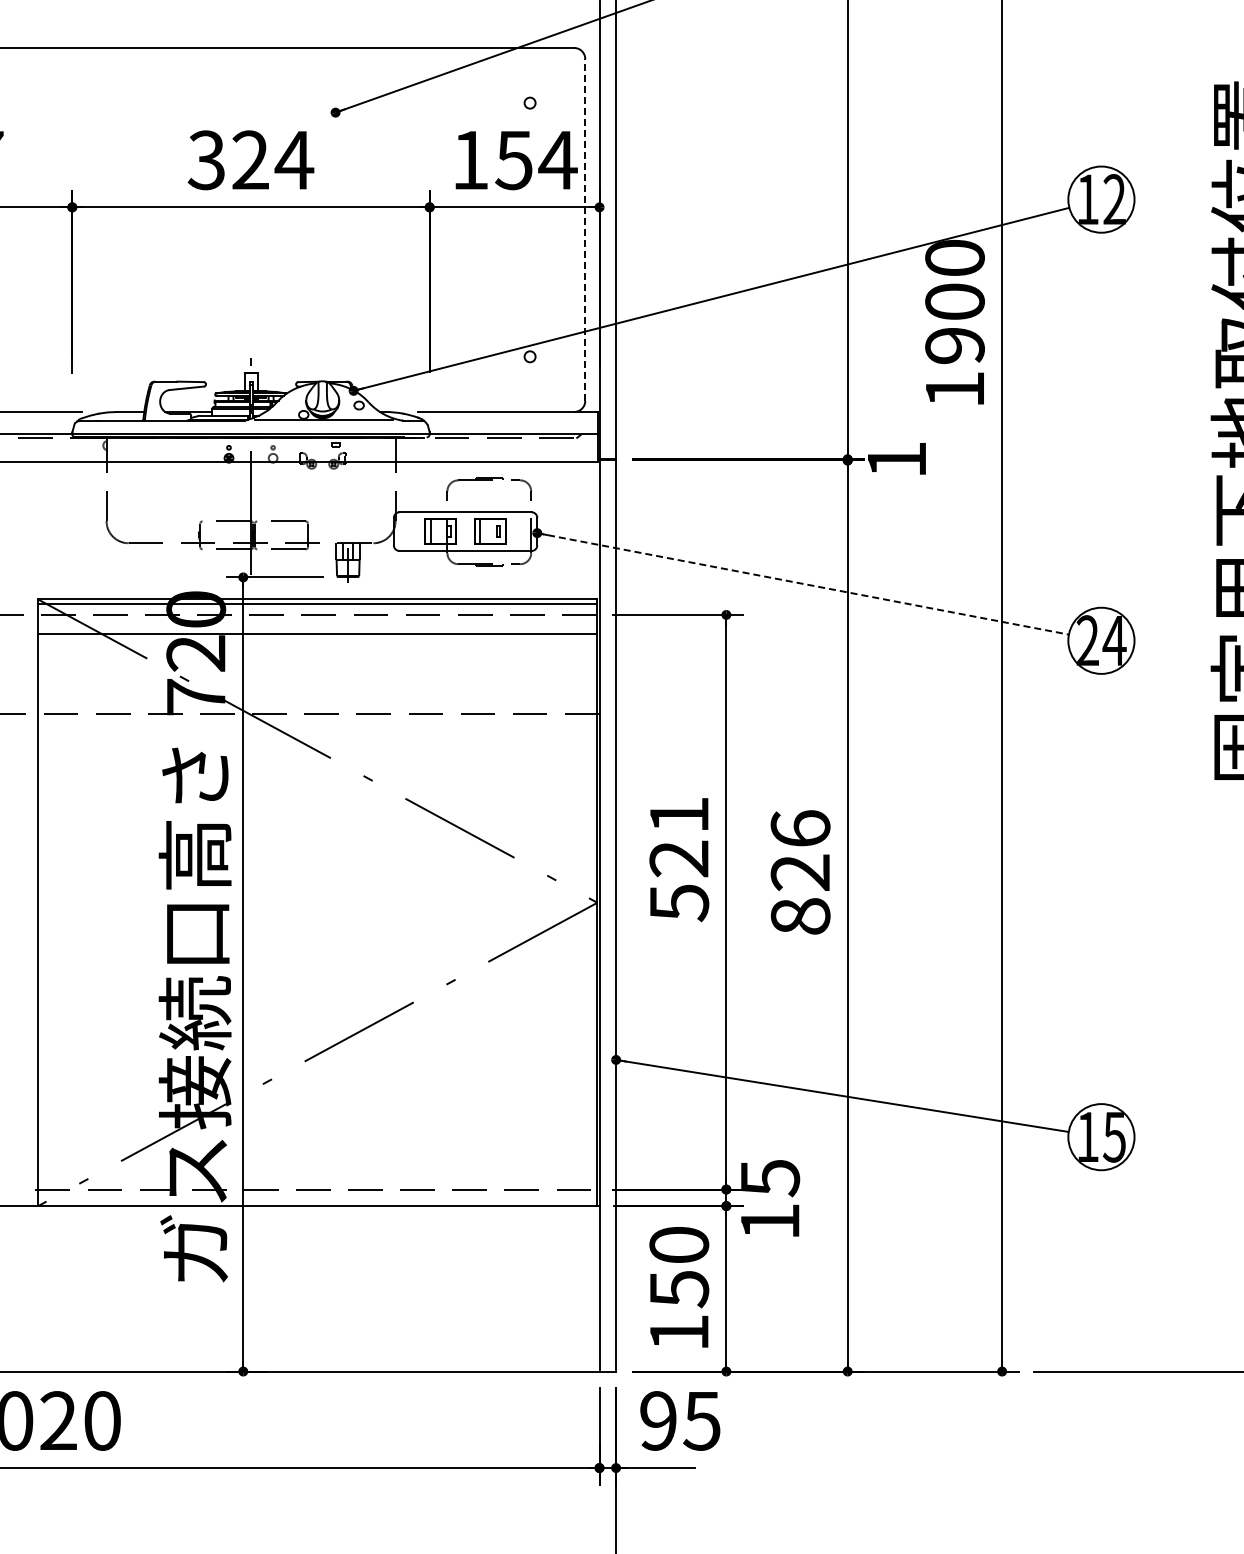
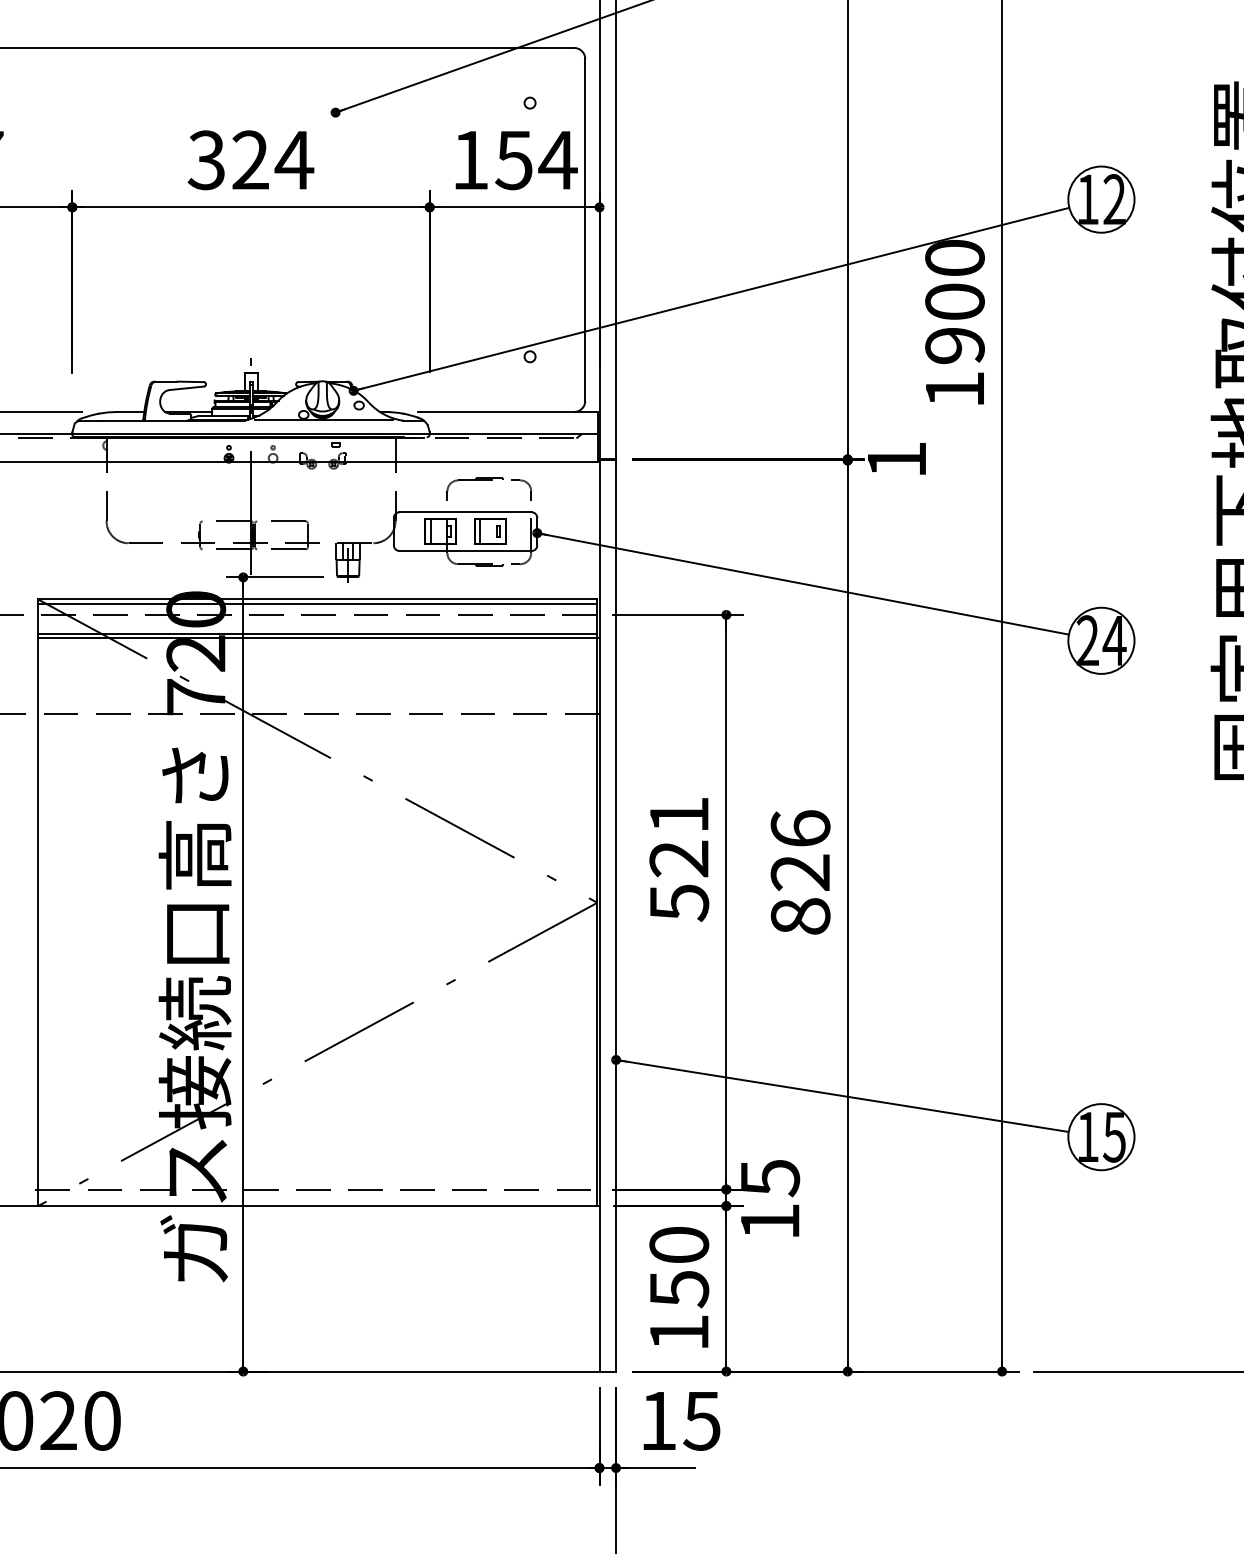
line at (585, 229): dashed -> solid
line at (803, 583): dashed -> solid
line at (317, 638): none -> present
text at (658, 1420): 95 -> 15
